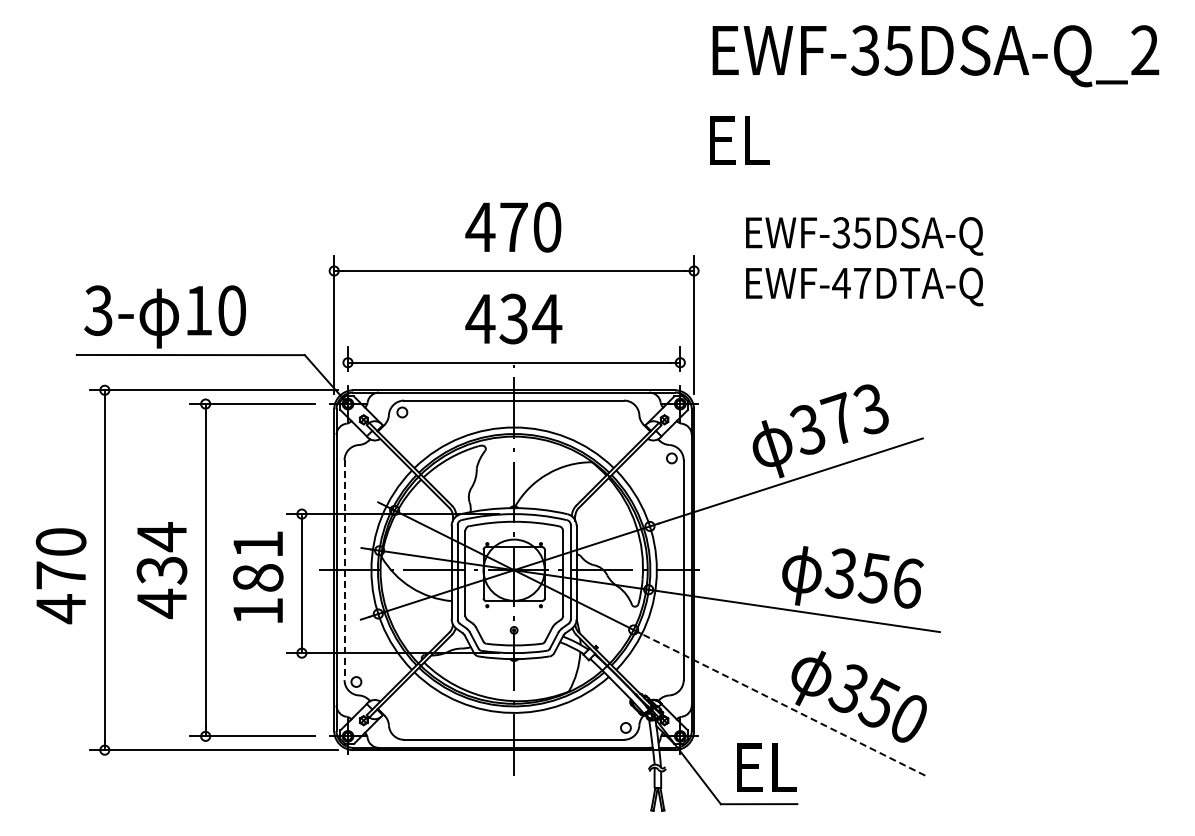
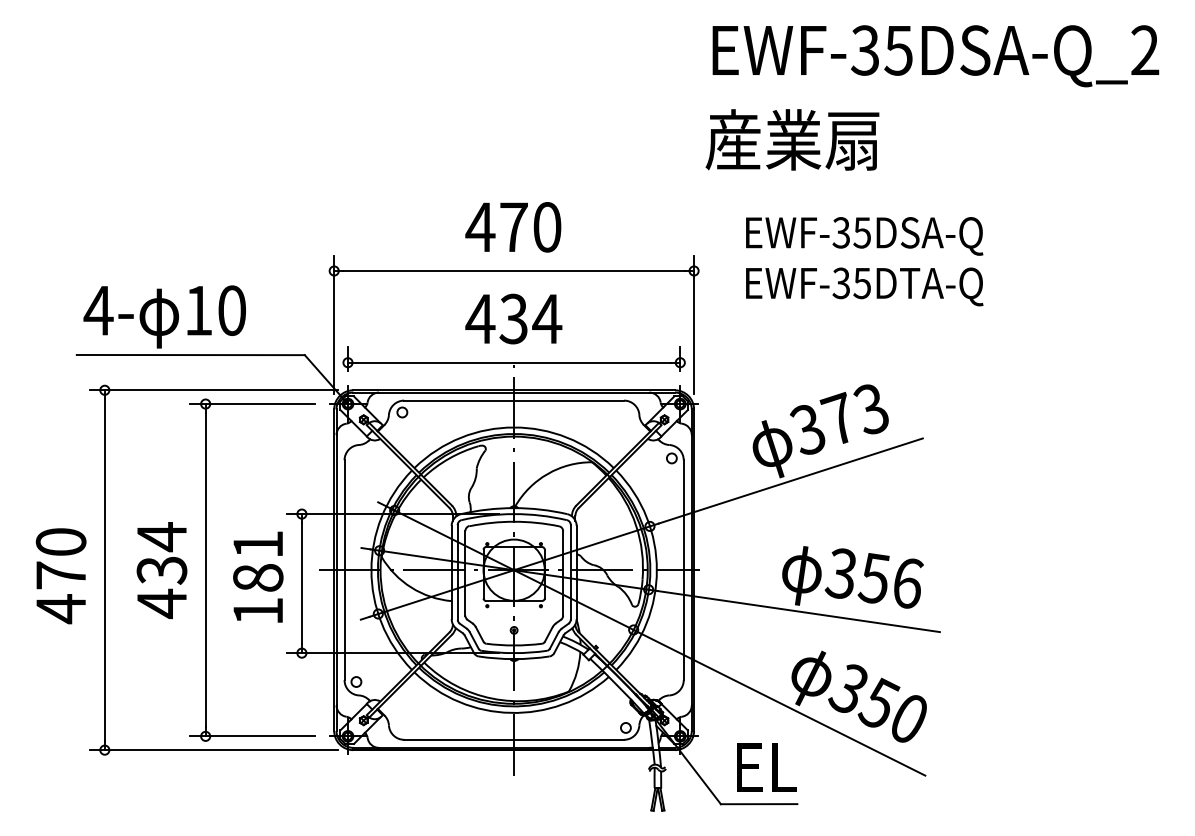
text at (792, 139): EL -> 産業扇
text at (851, 283): EWF-47DTA-Q -> EWF-35DTA-Q
text at (98, 310): 3- -> 4-
line at (344, 570): dashed -> solid
line at (783, 704): dashed -> solid
